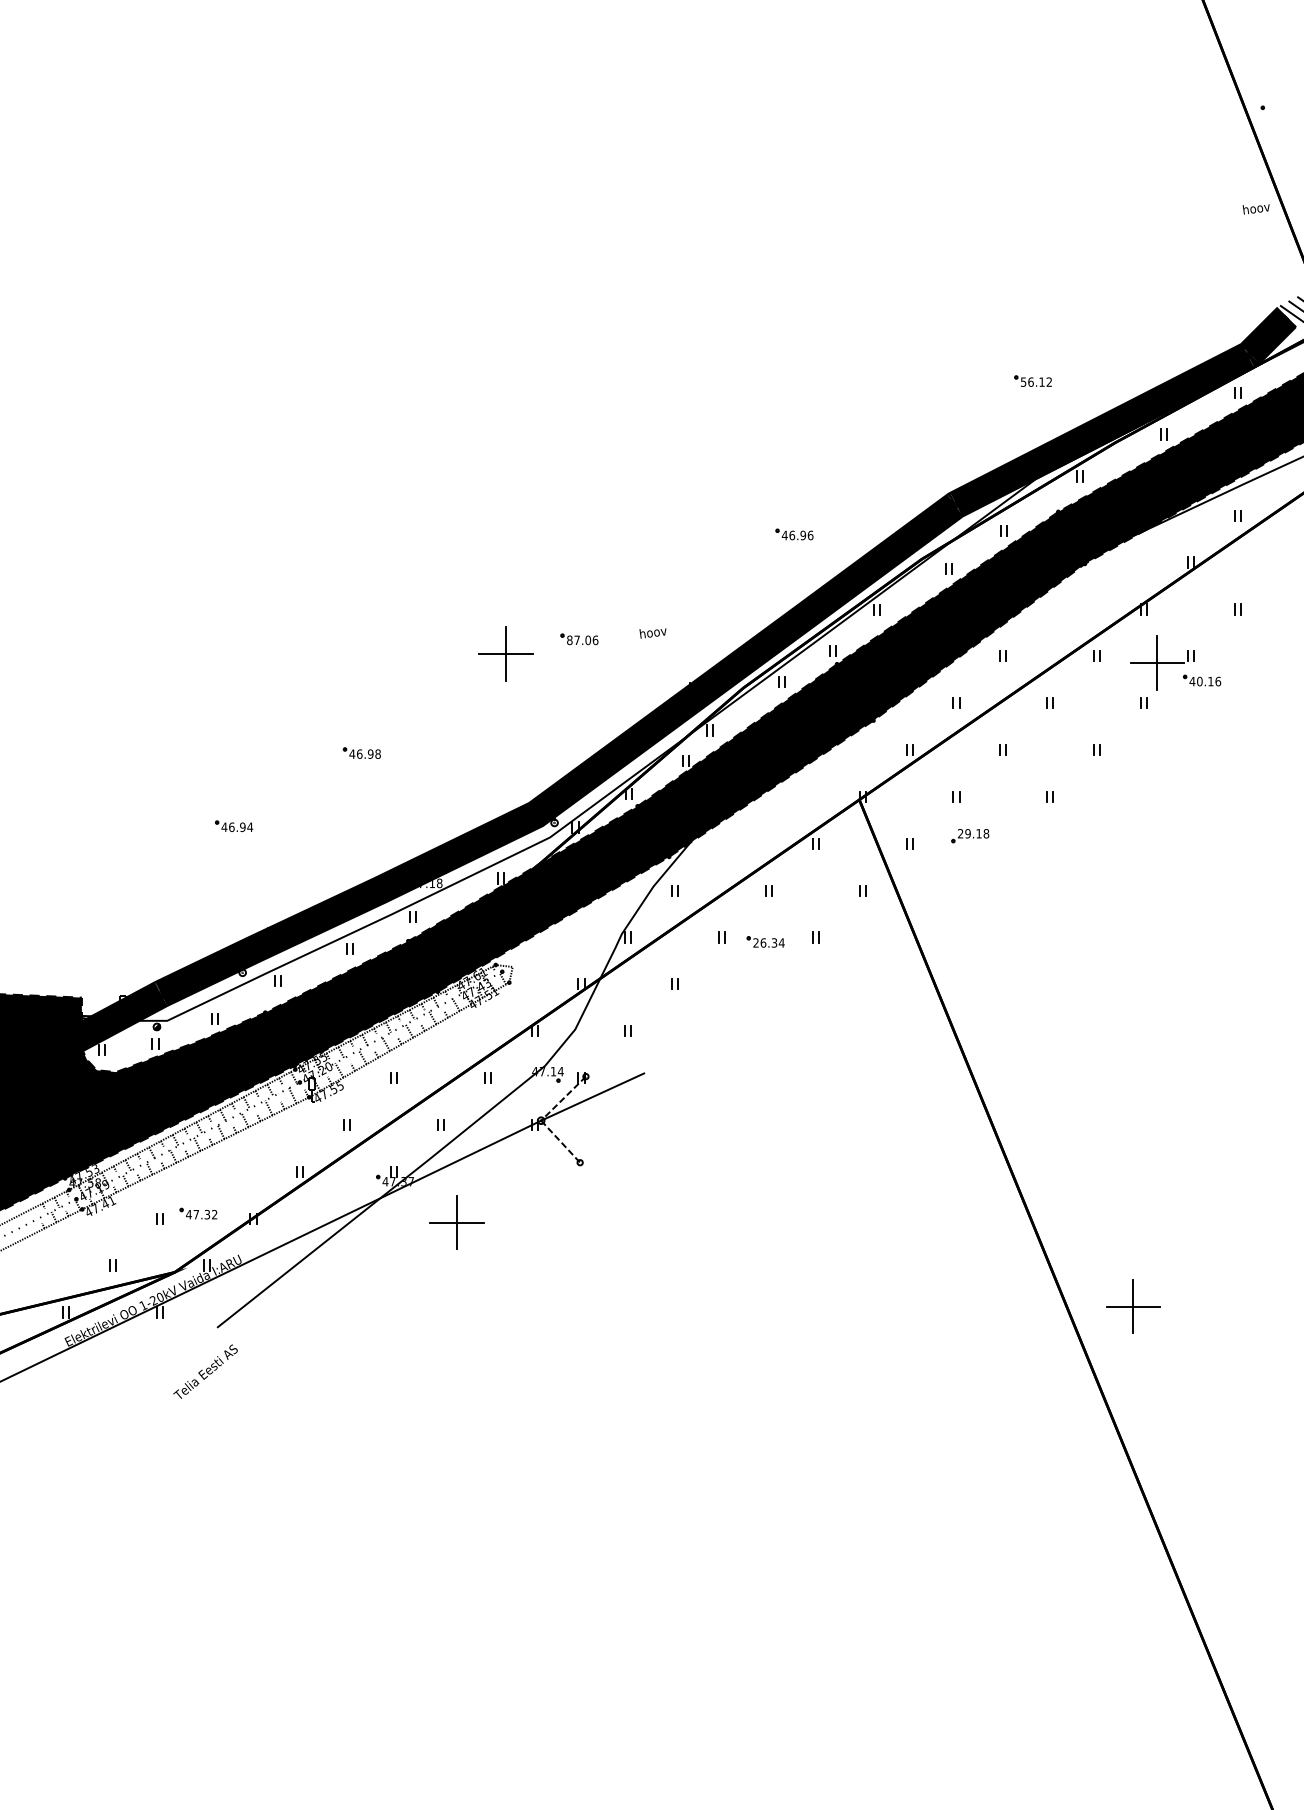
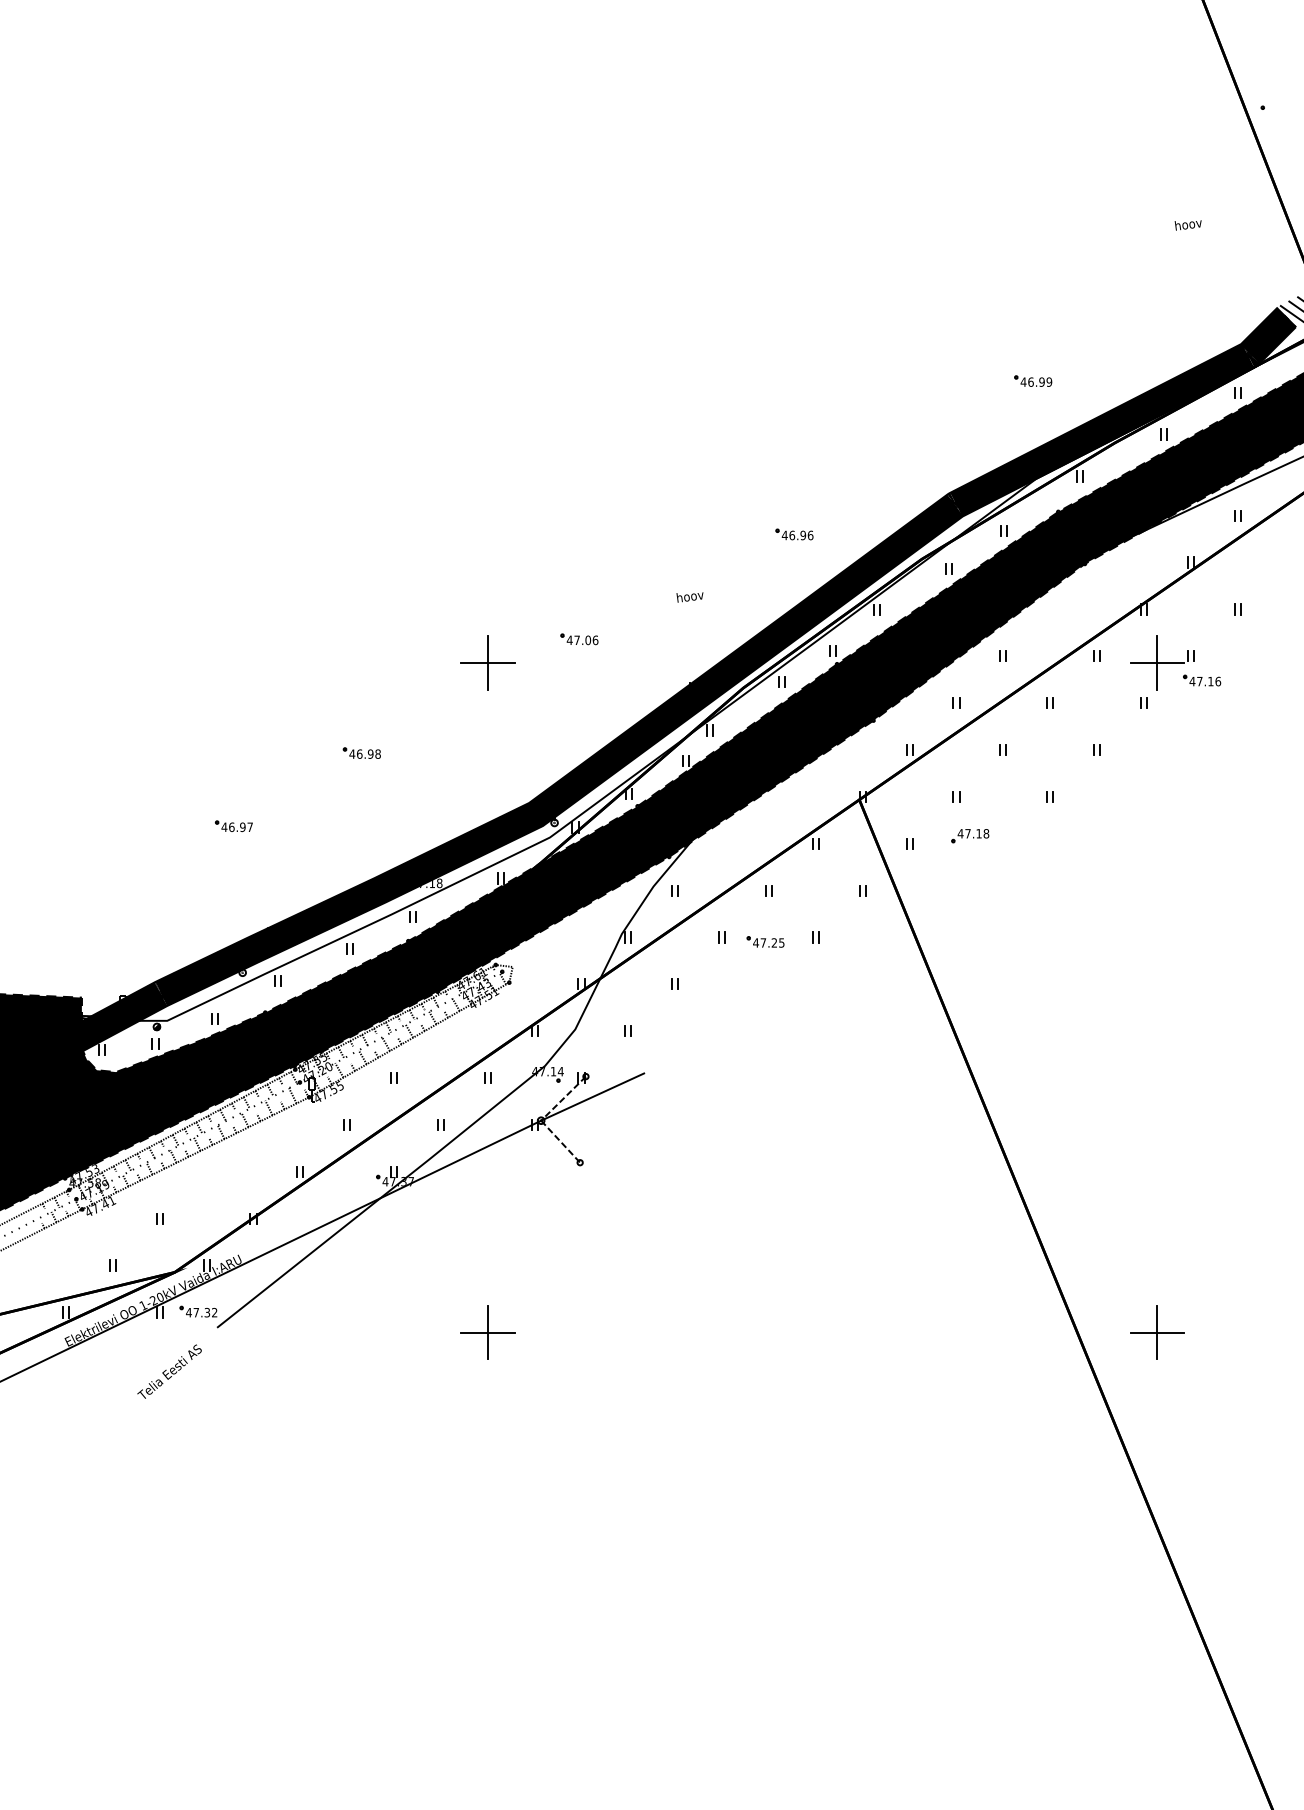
text at (1255, 209) position: (1255, 209) -> (1187, 225)
text at (1036, 381): 56.12 -> 46.99
text at (652, 633) position: (652, 633) -> (689, 597)
text at (569, 640): 87.06 -> 47.06
part at (505, 653) position: (505, 653) -> (487, 662)
text at (1199, 681): 40.16 -> 47.16
text at (250, 826): 46.94 -> 46.97
text at (963, 833): 29.18 -> 47.18
text at (768, 942): 26.34 -> 47.25
part at (198, 1213) position: (198, 1213) -> (198, 1311)
part at (456, 1222) position: (456, 1222) -> (487, 1332)
part at (1133, 1306) position: (1133, 1306) -> (1157, 1332)
text at (205, 1371) position: (205, 1371) -> (169, 1371)
